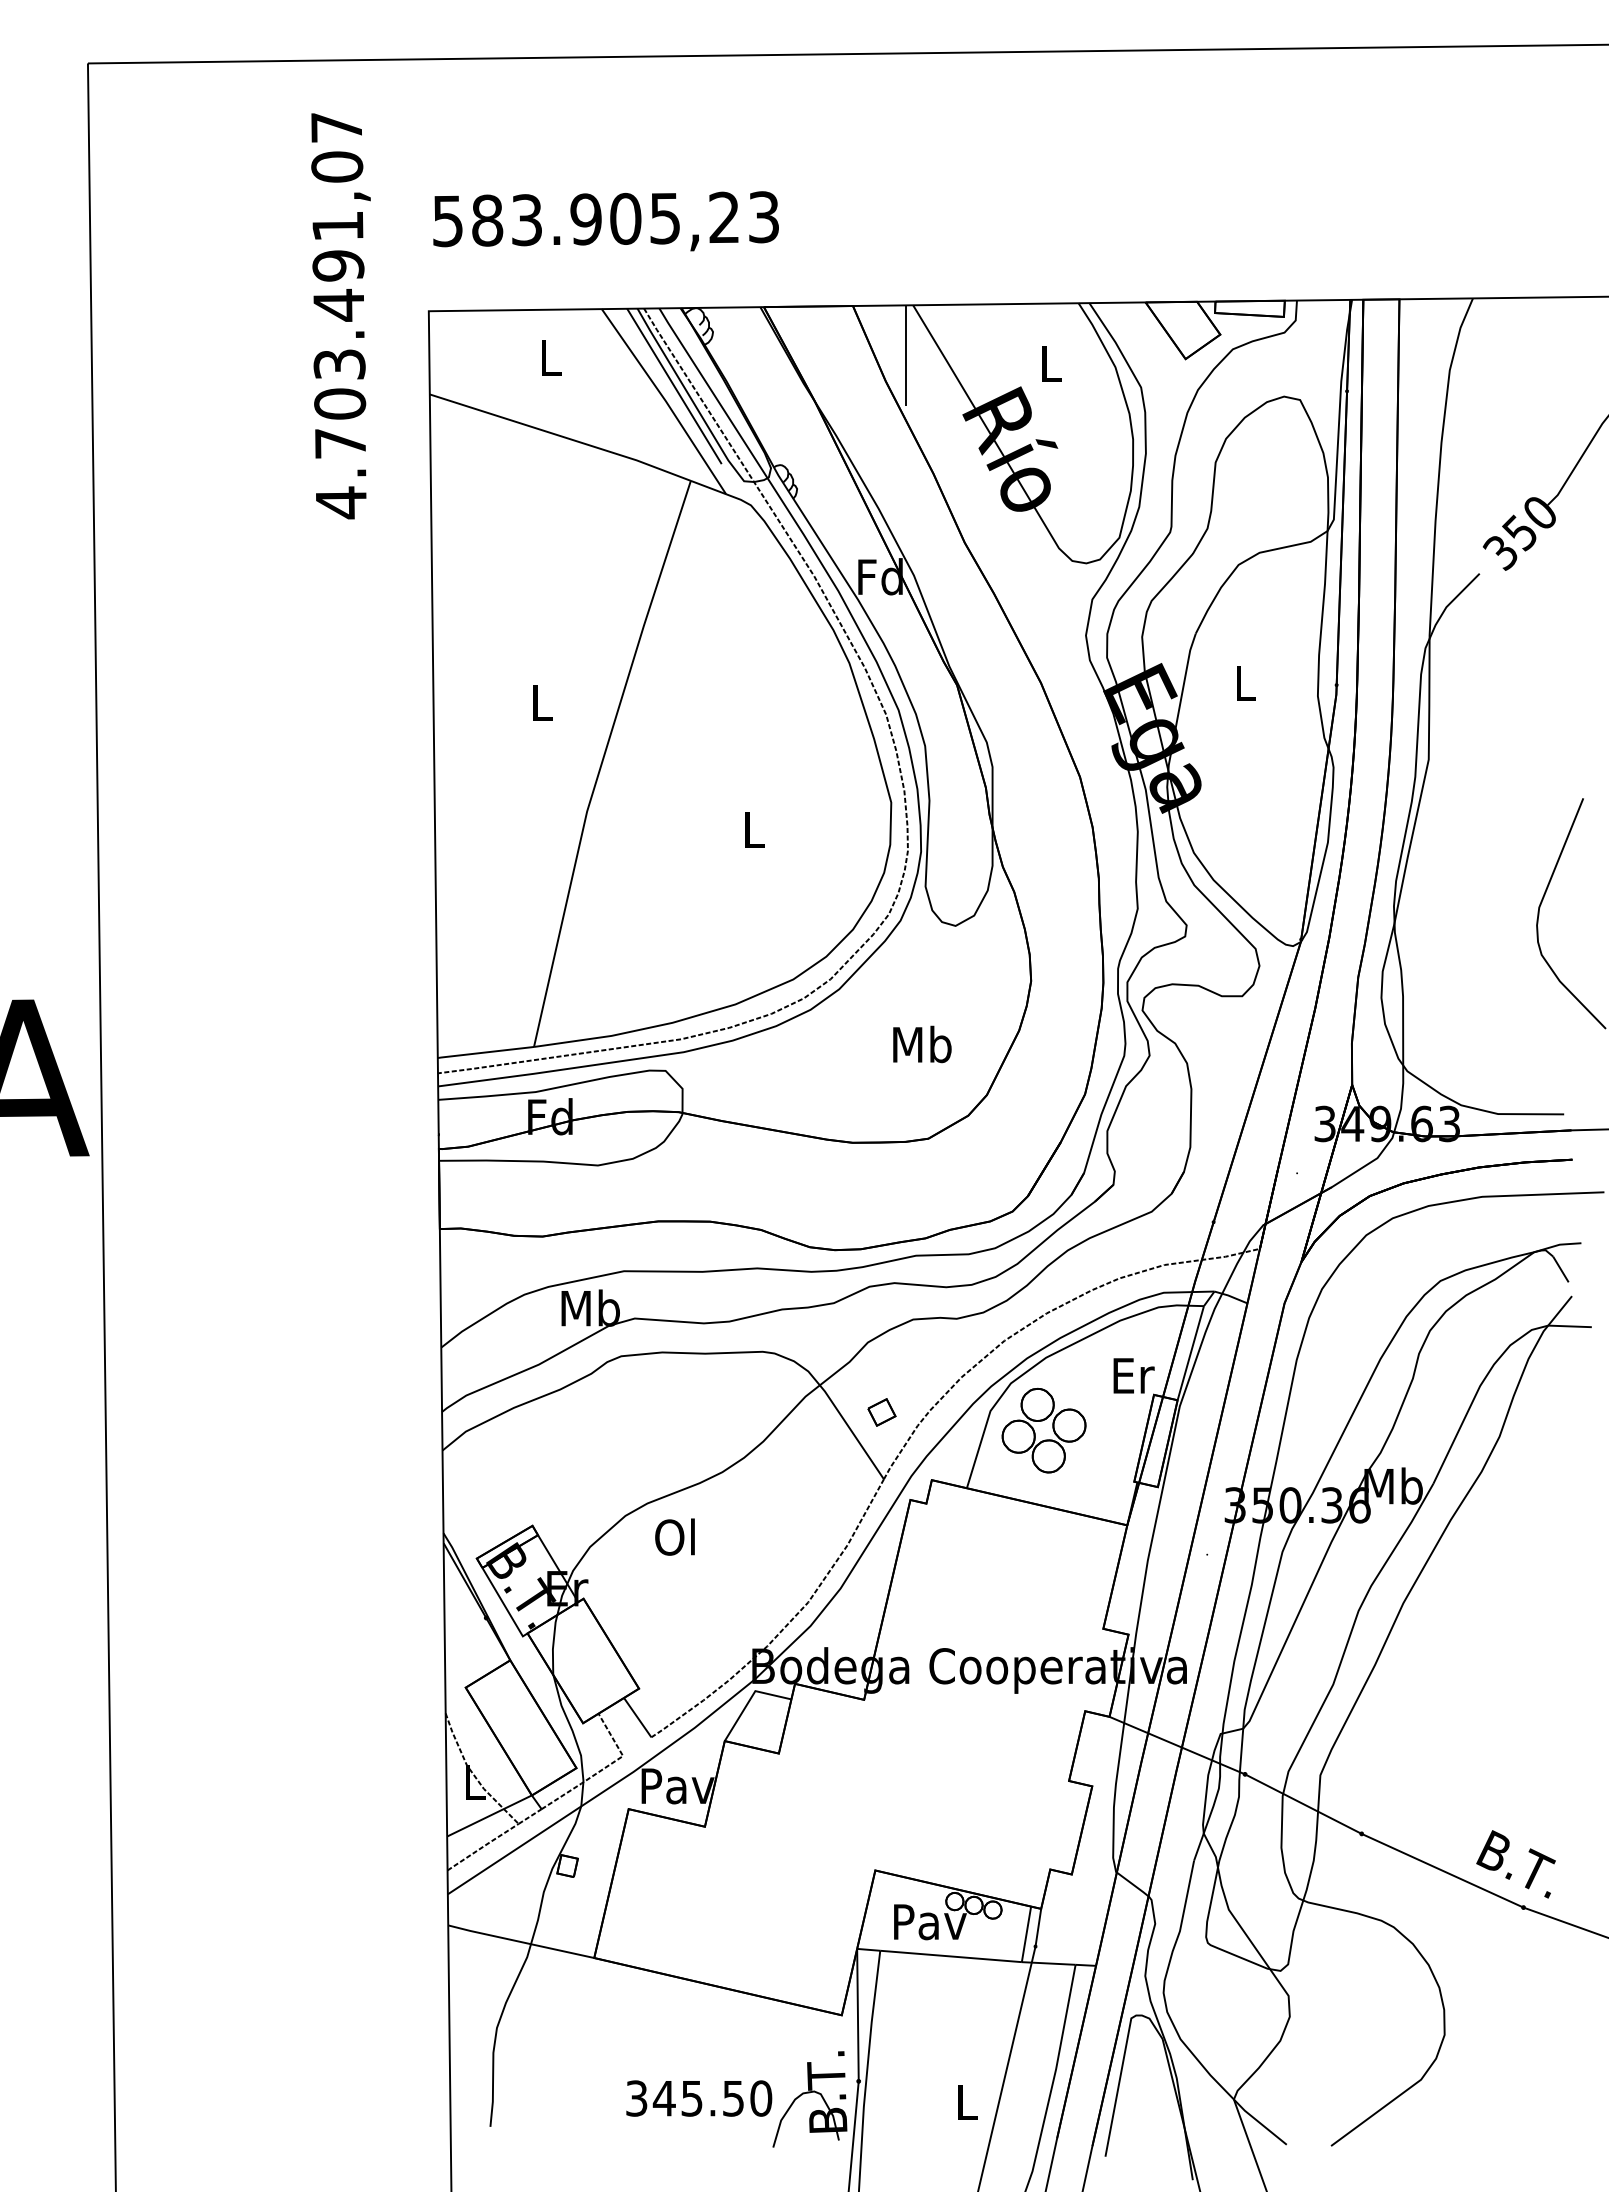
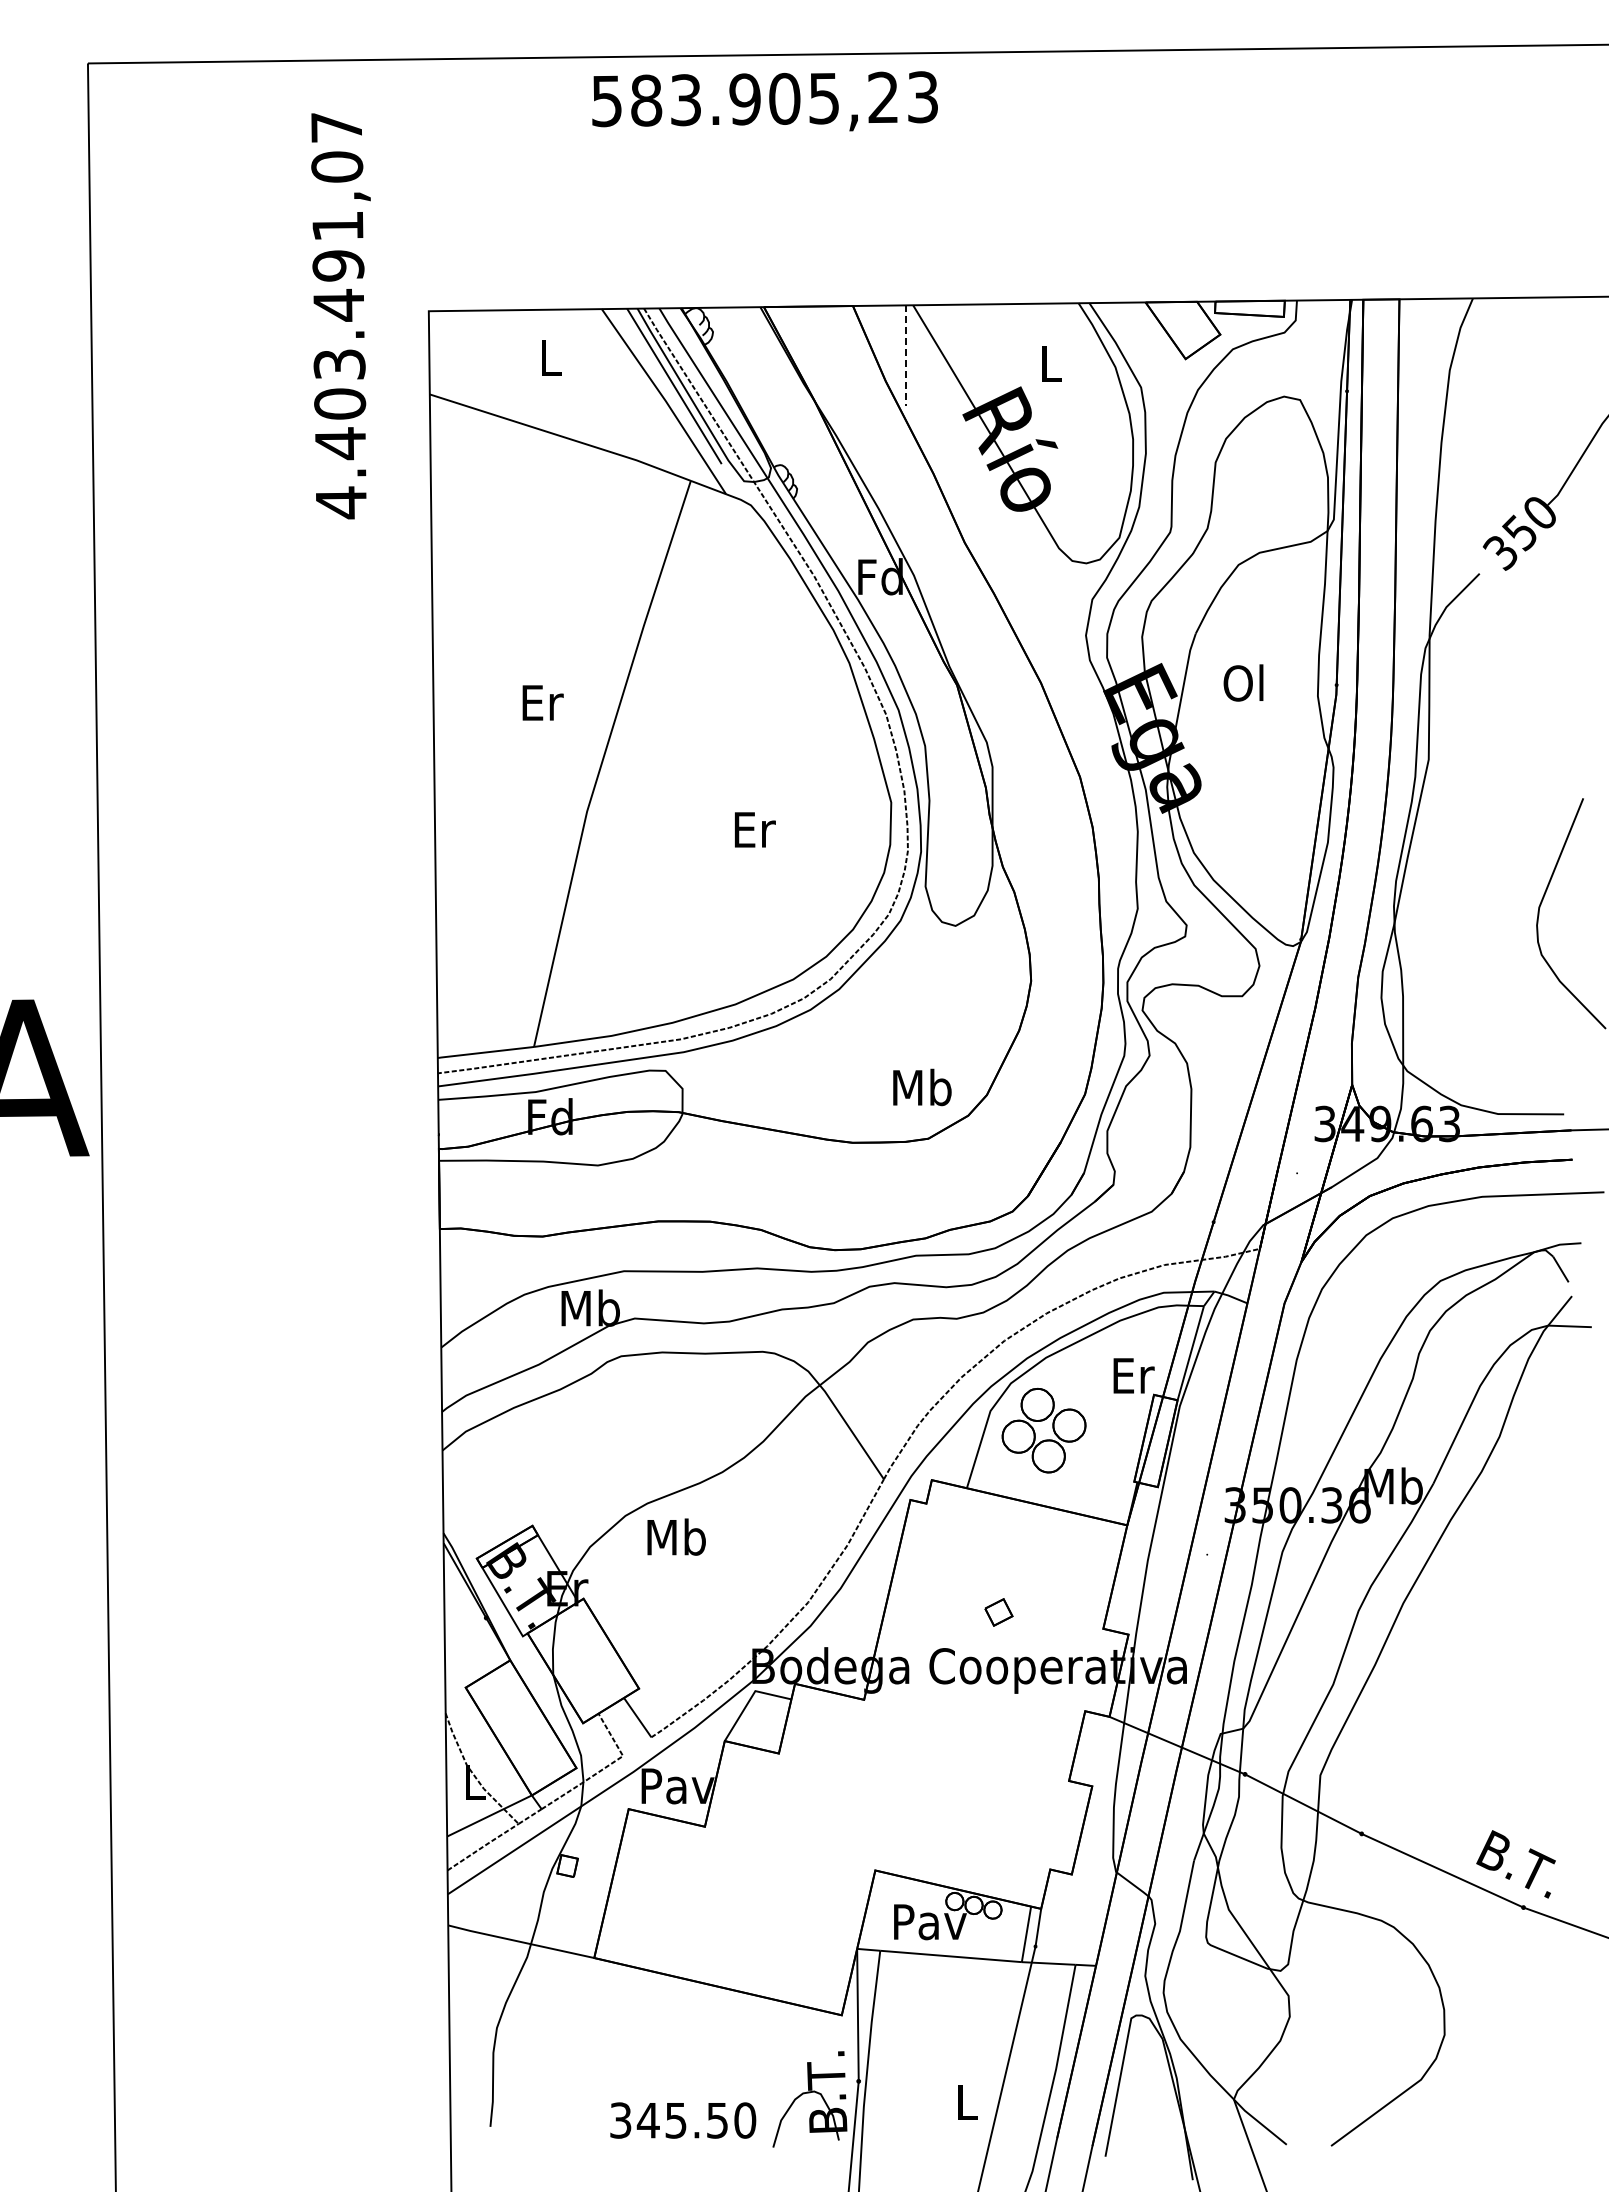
text at (605, 221) position: (605, 221) -> (764, 101)
line at (905, 356): solid -> dashed
text at (340, 443): 4.703.491,07 -> 4.403.491,07
text at (1243, 682): L -> Ol
text at (542, 702): L -> Er
text at (754, 829): L -> Er
text at (922, 1044) position: (922, 1044) -> (922, 1087)
part at (881, 1412) position: (881, 1412) -> (998, 1612)
text at (676, 1536): Ol -> Mb
text at (699, 2098) position: (699, 2098) -> (683, 2120)
